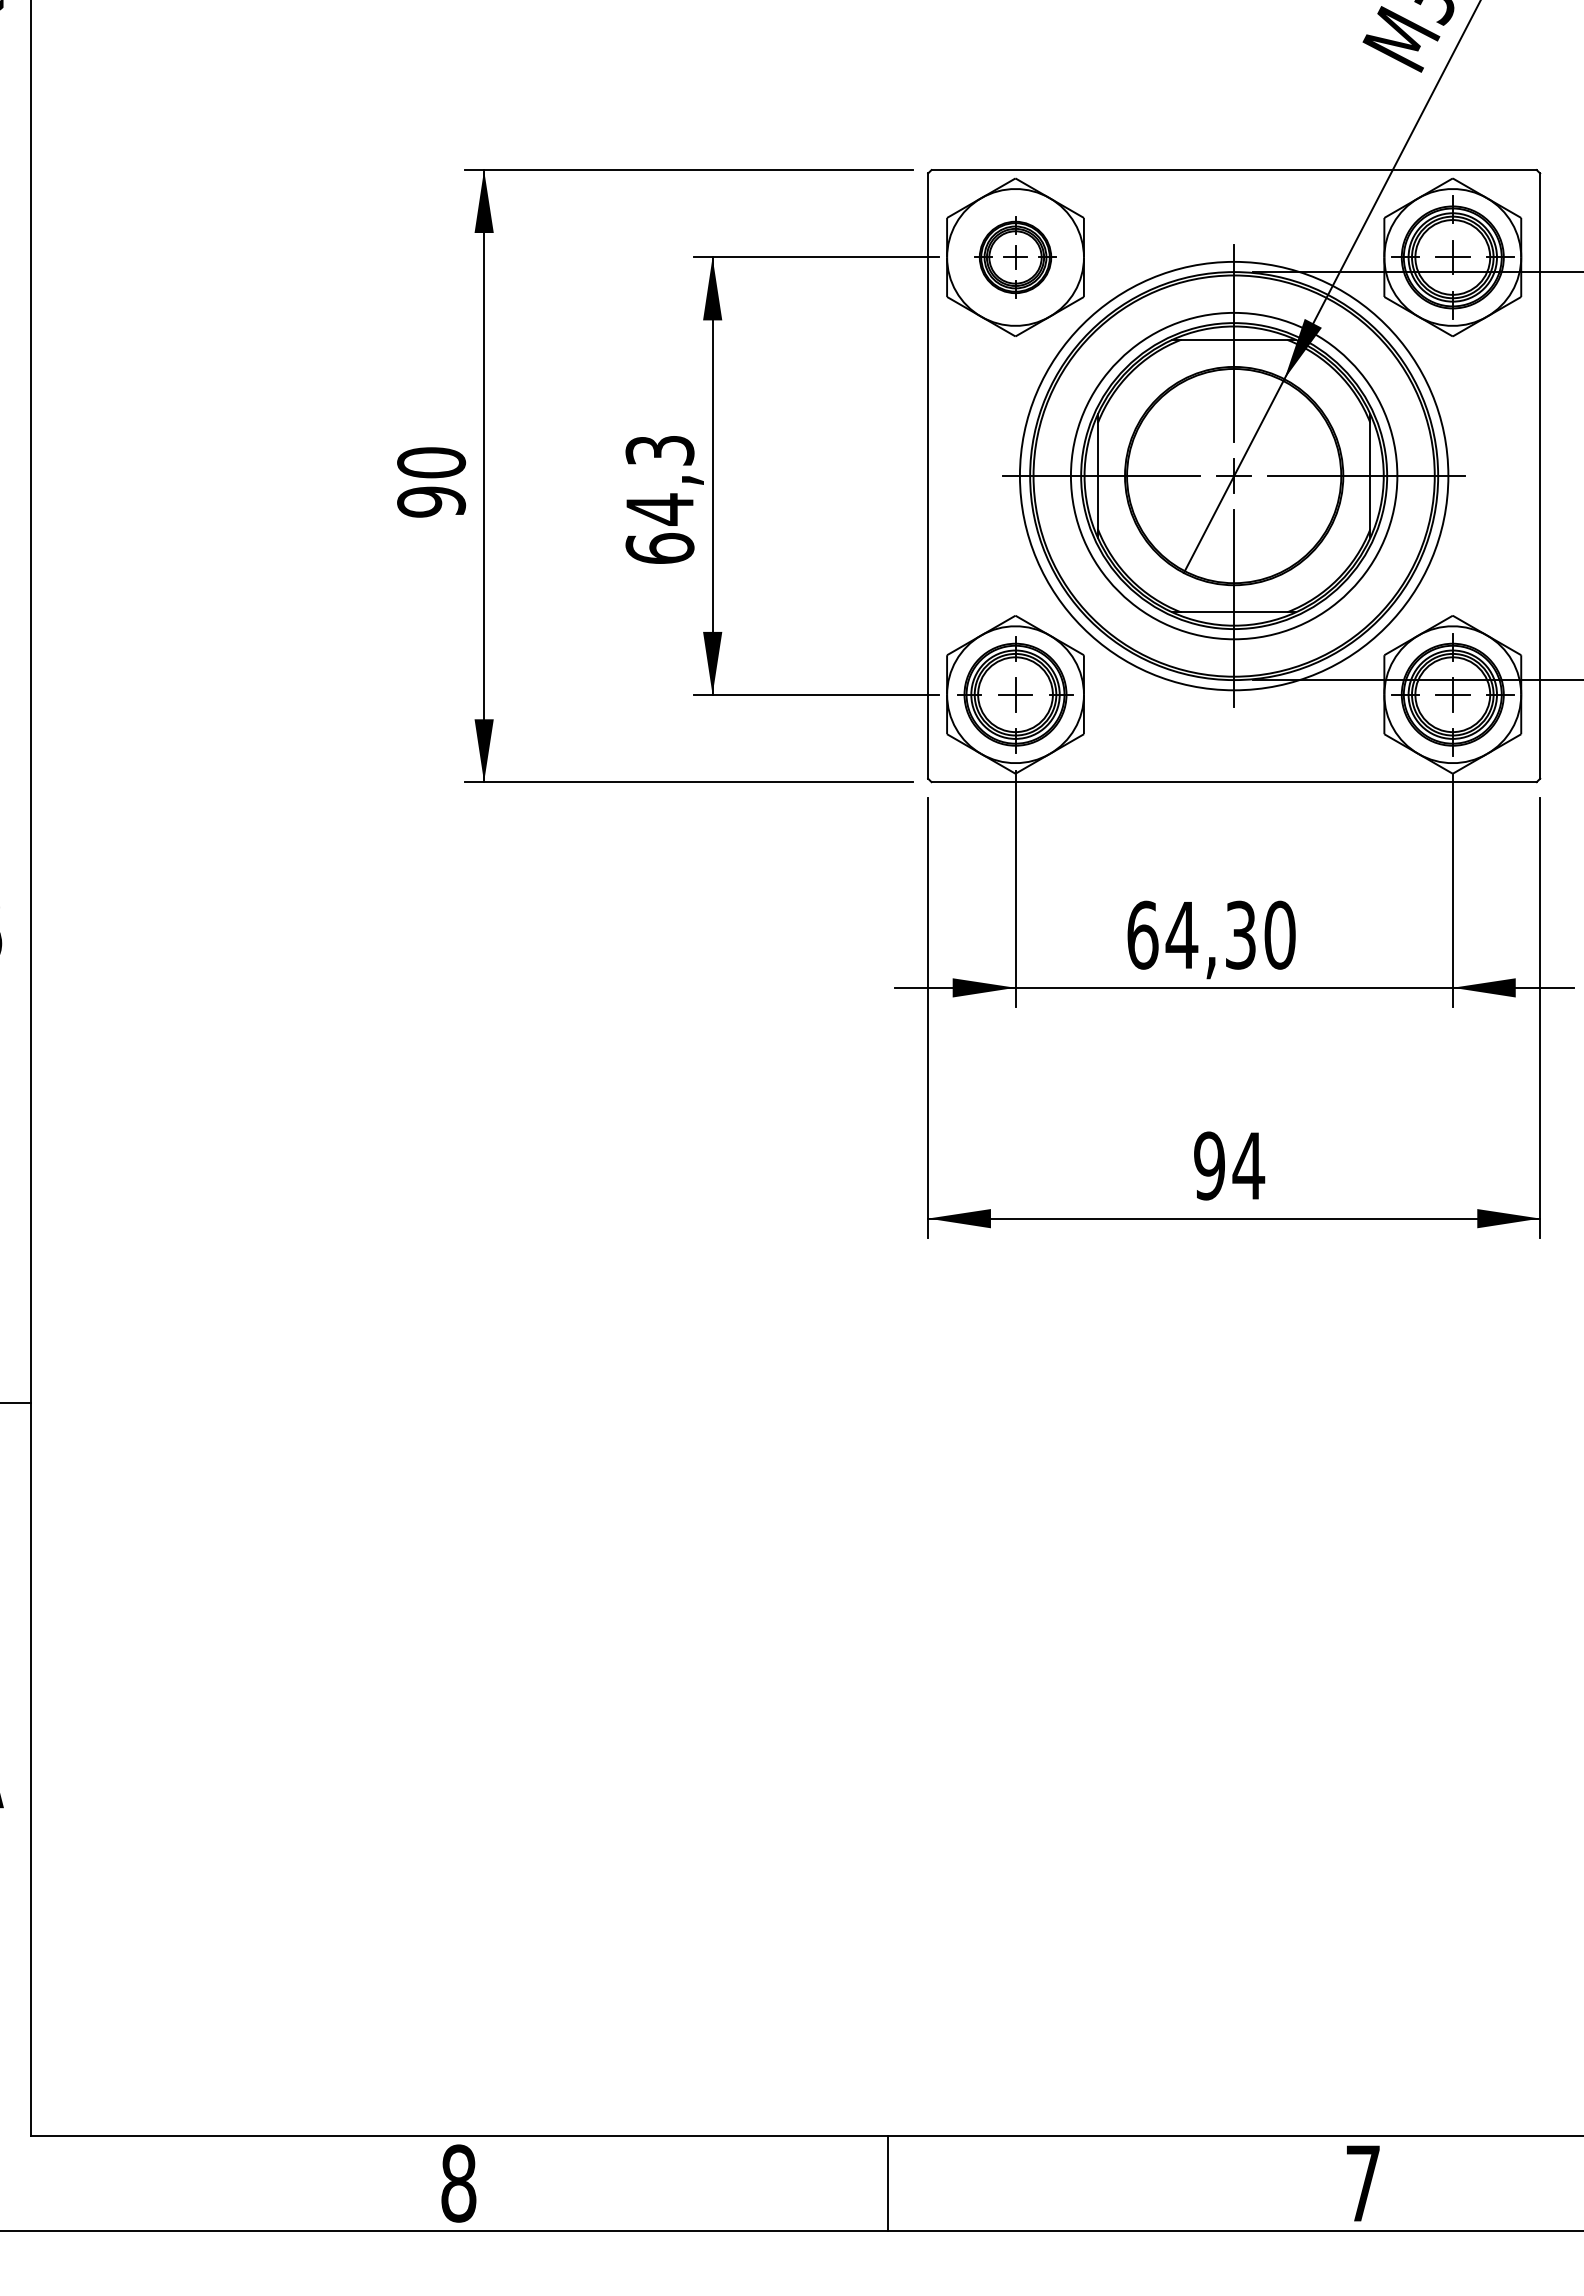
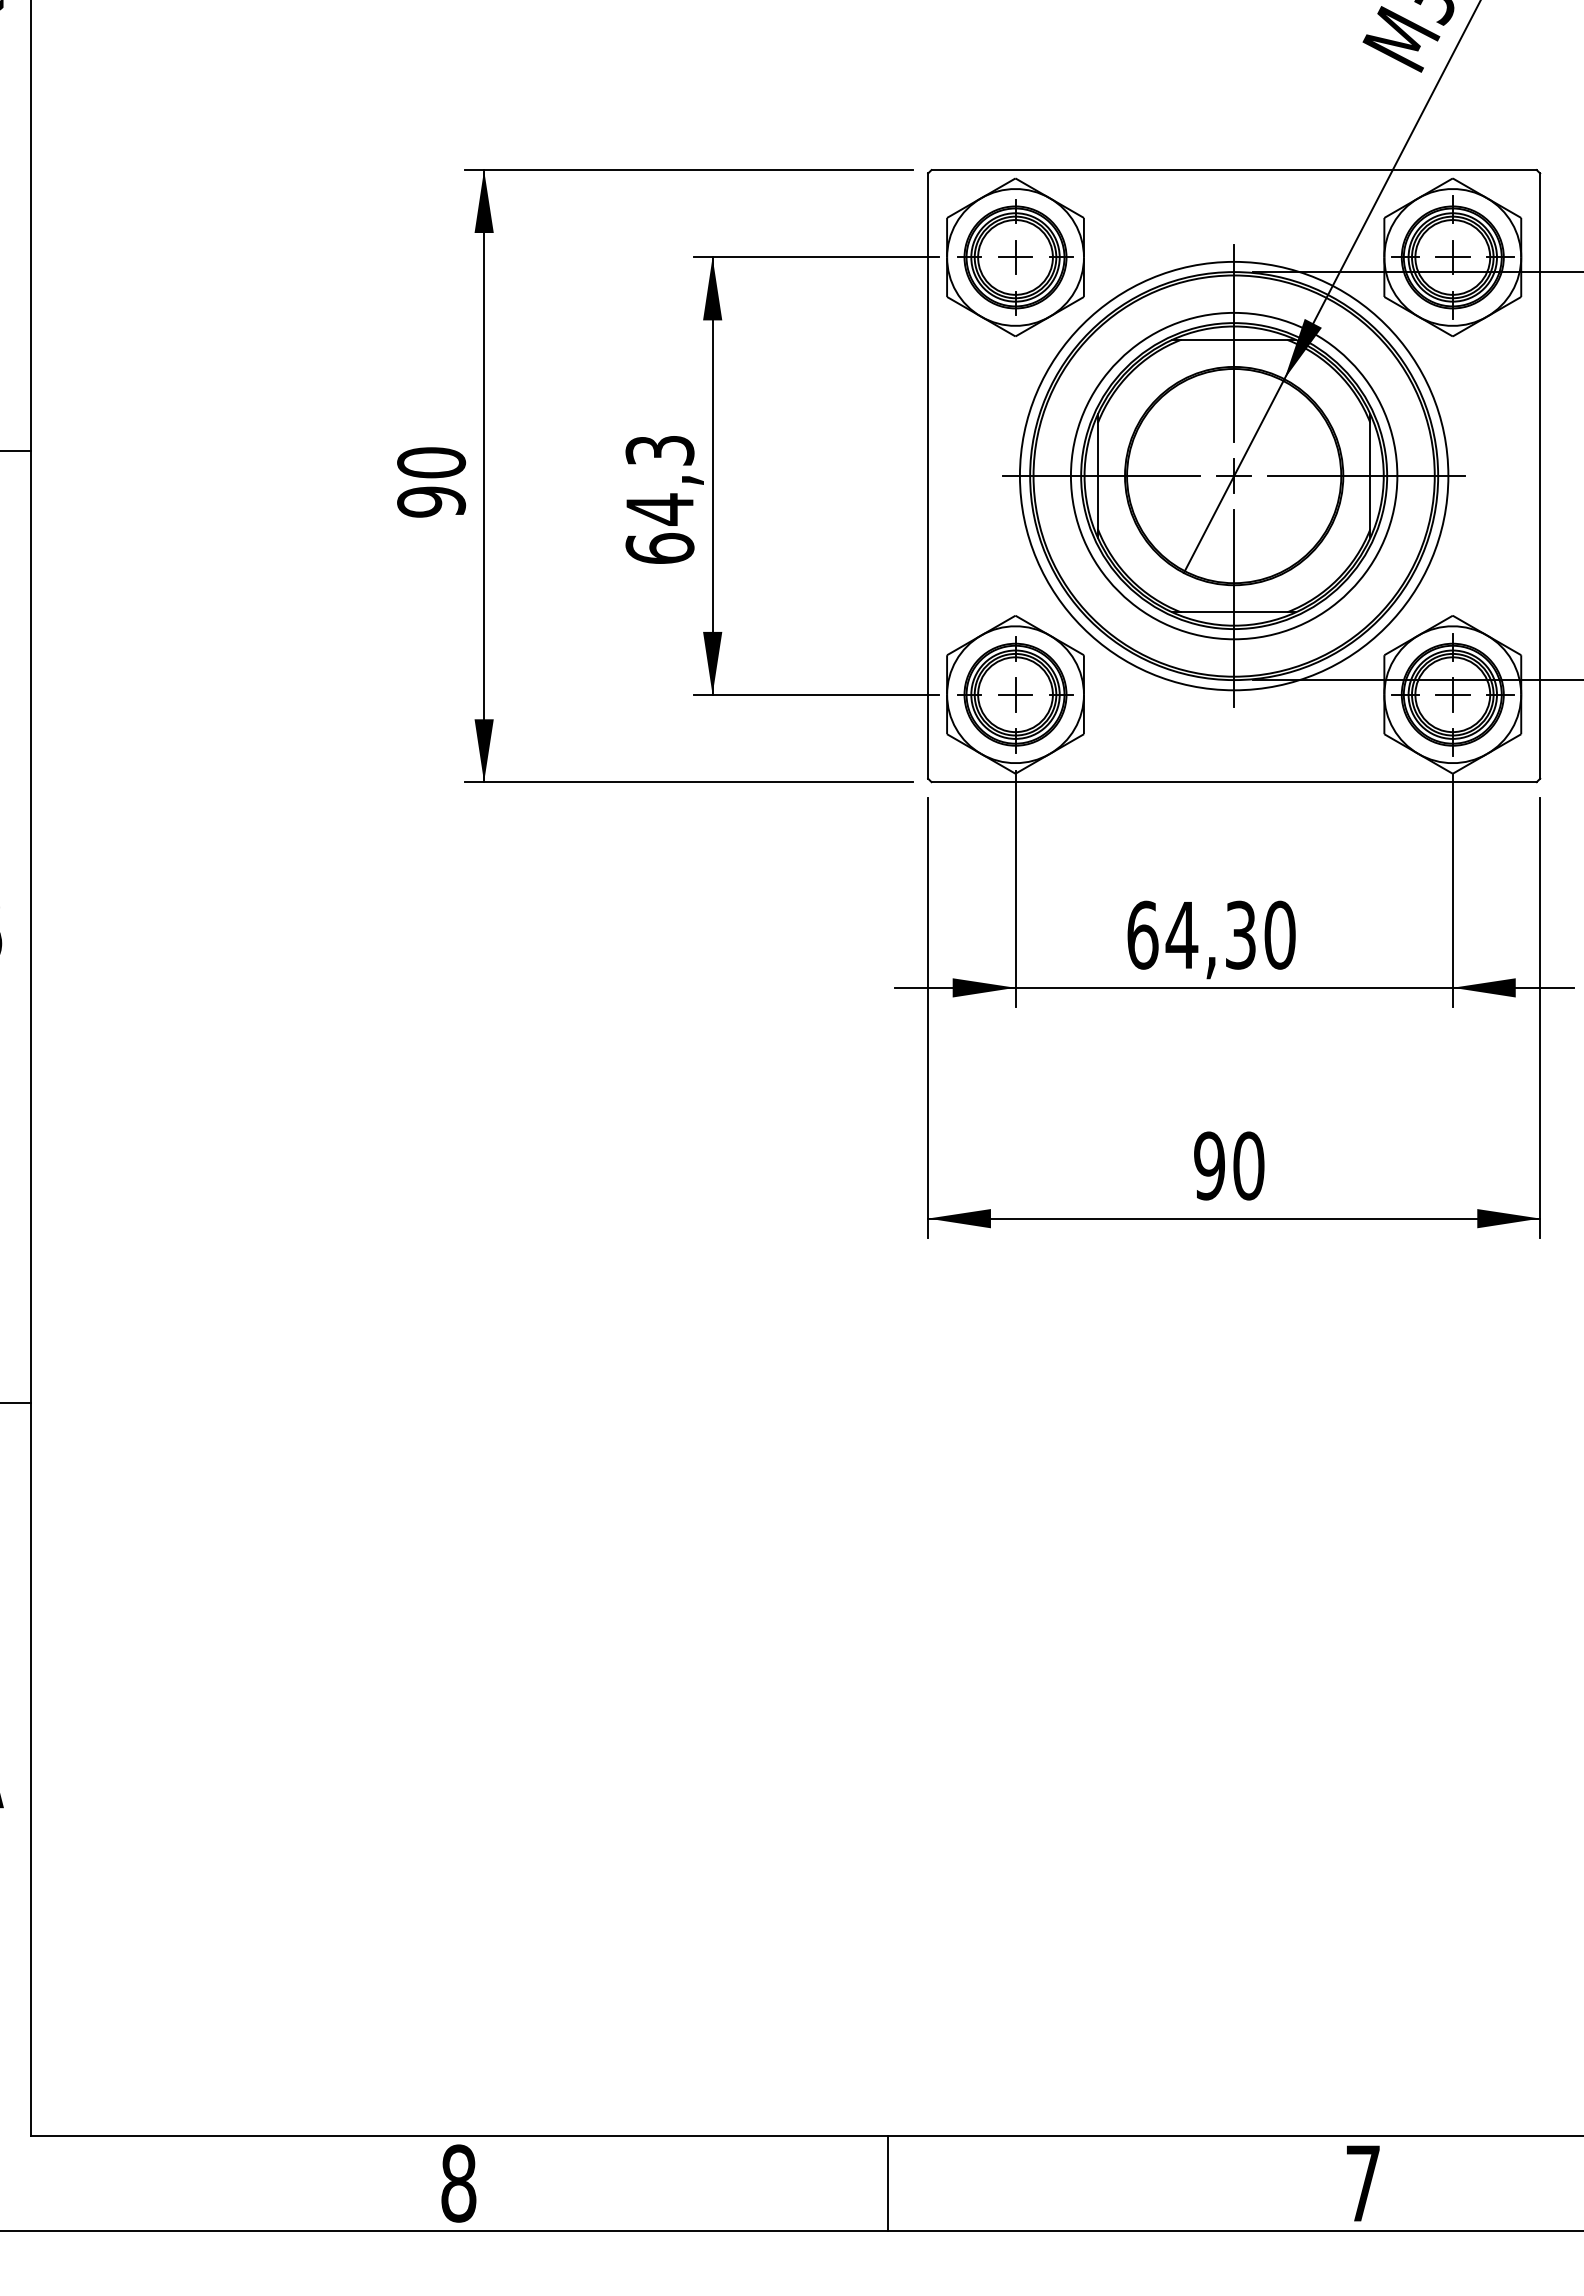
part at (1015, 257) size: 83x83 px -> 117x117 px
line at (16, 451): none -> present
text at (1248, 1165): 94 -> 90
